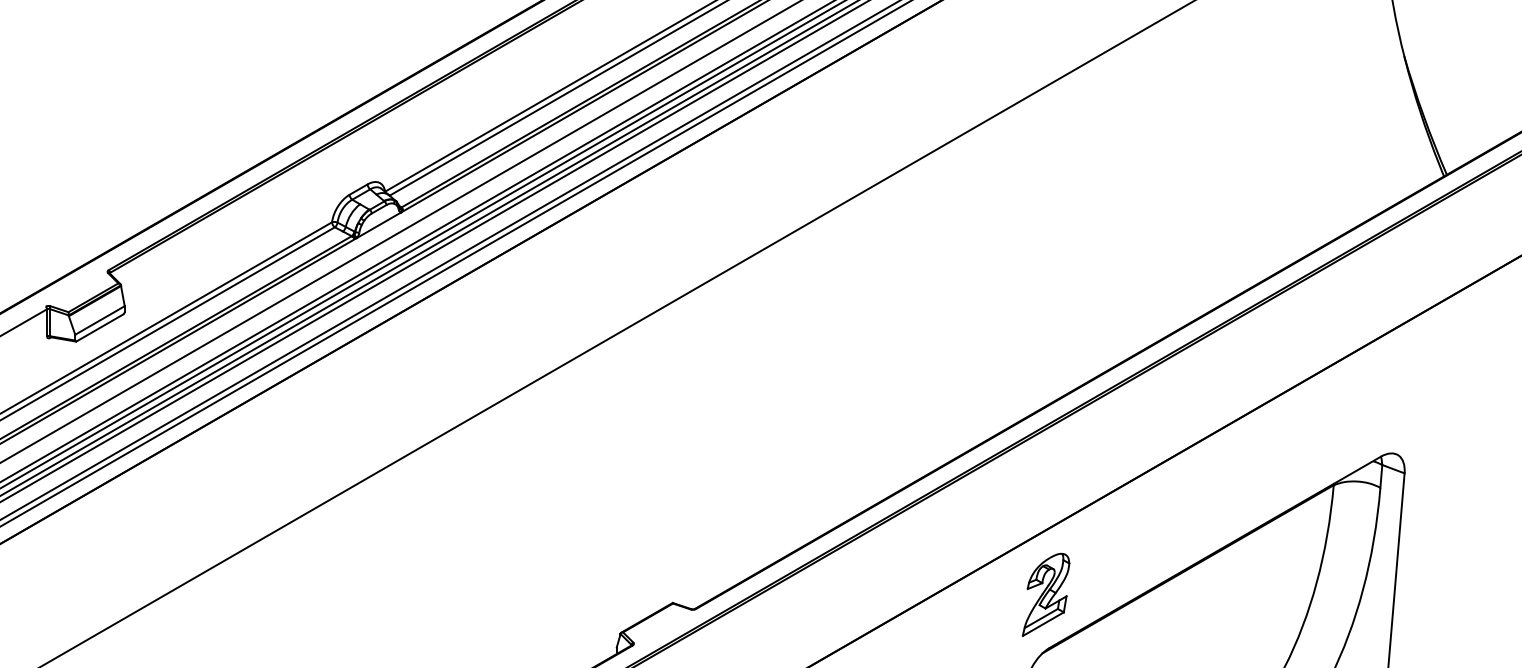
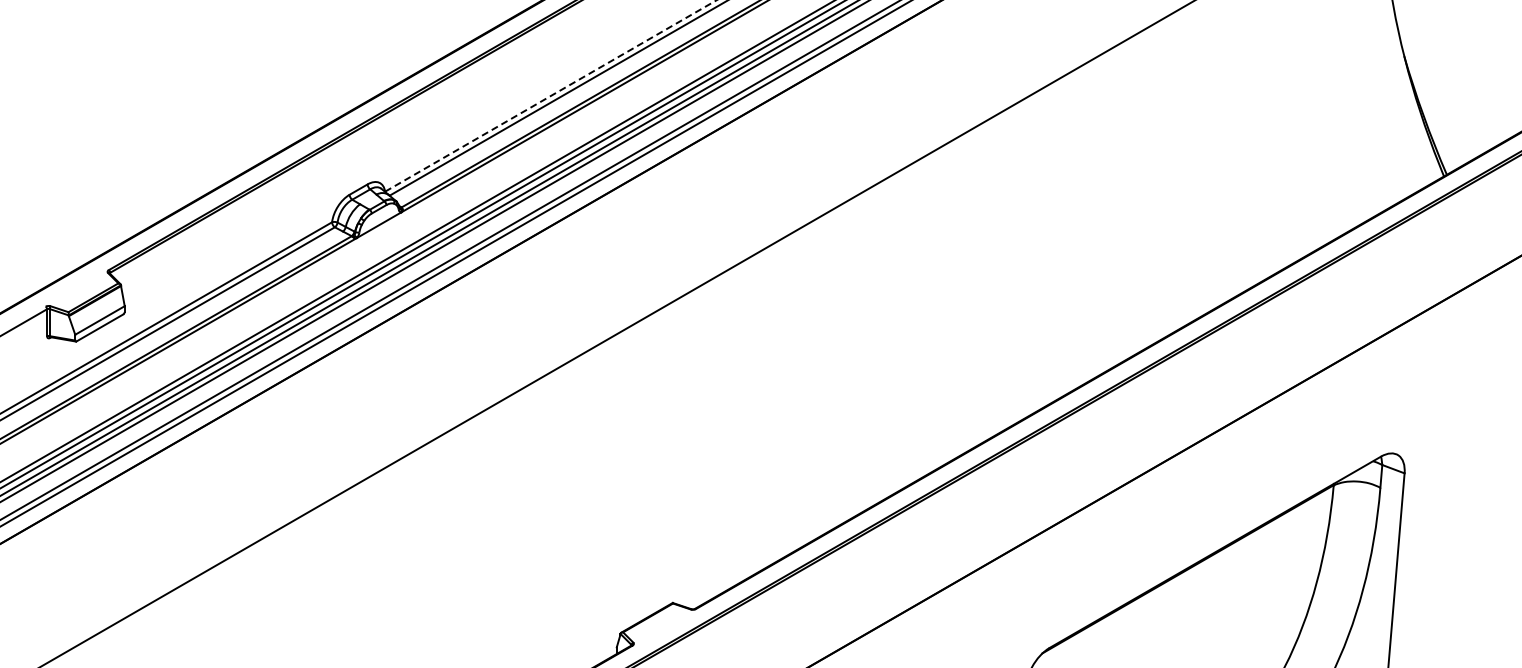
line at (551, 95): solid -> dashed
line at (400, 231): present -> none
part at (1045, 594): present -> none
